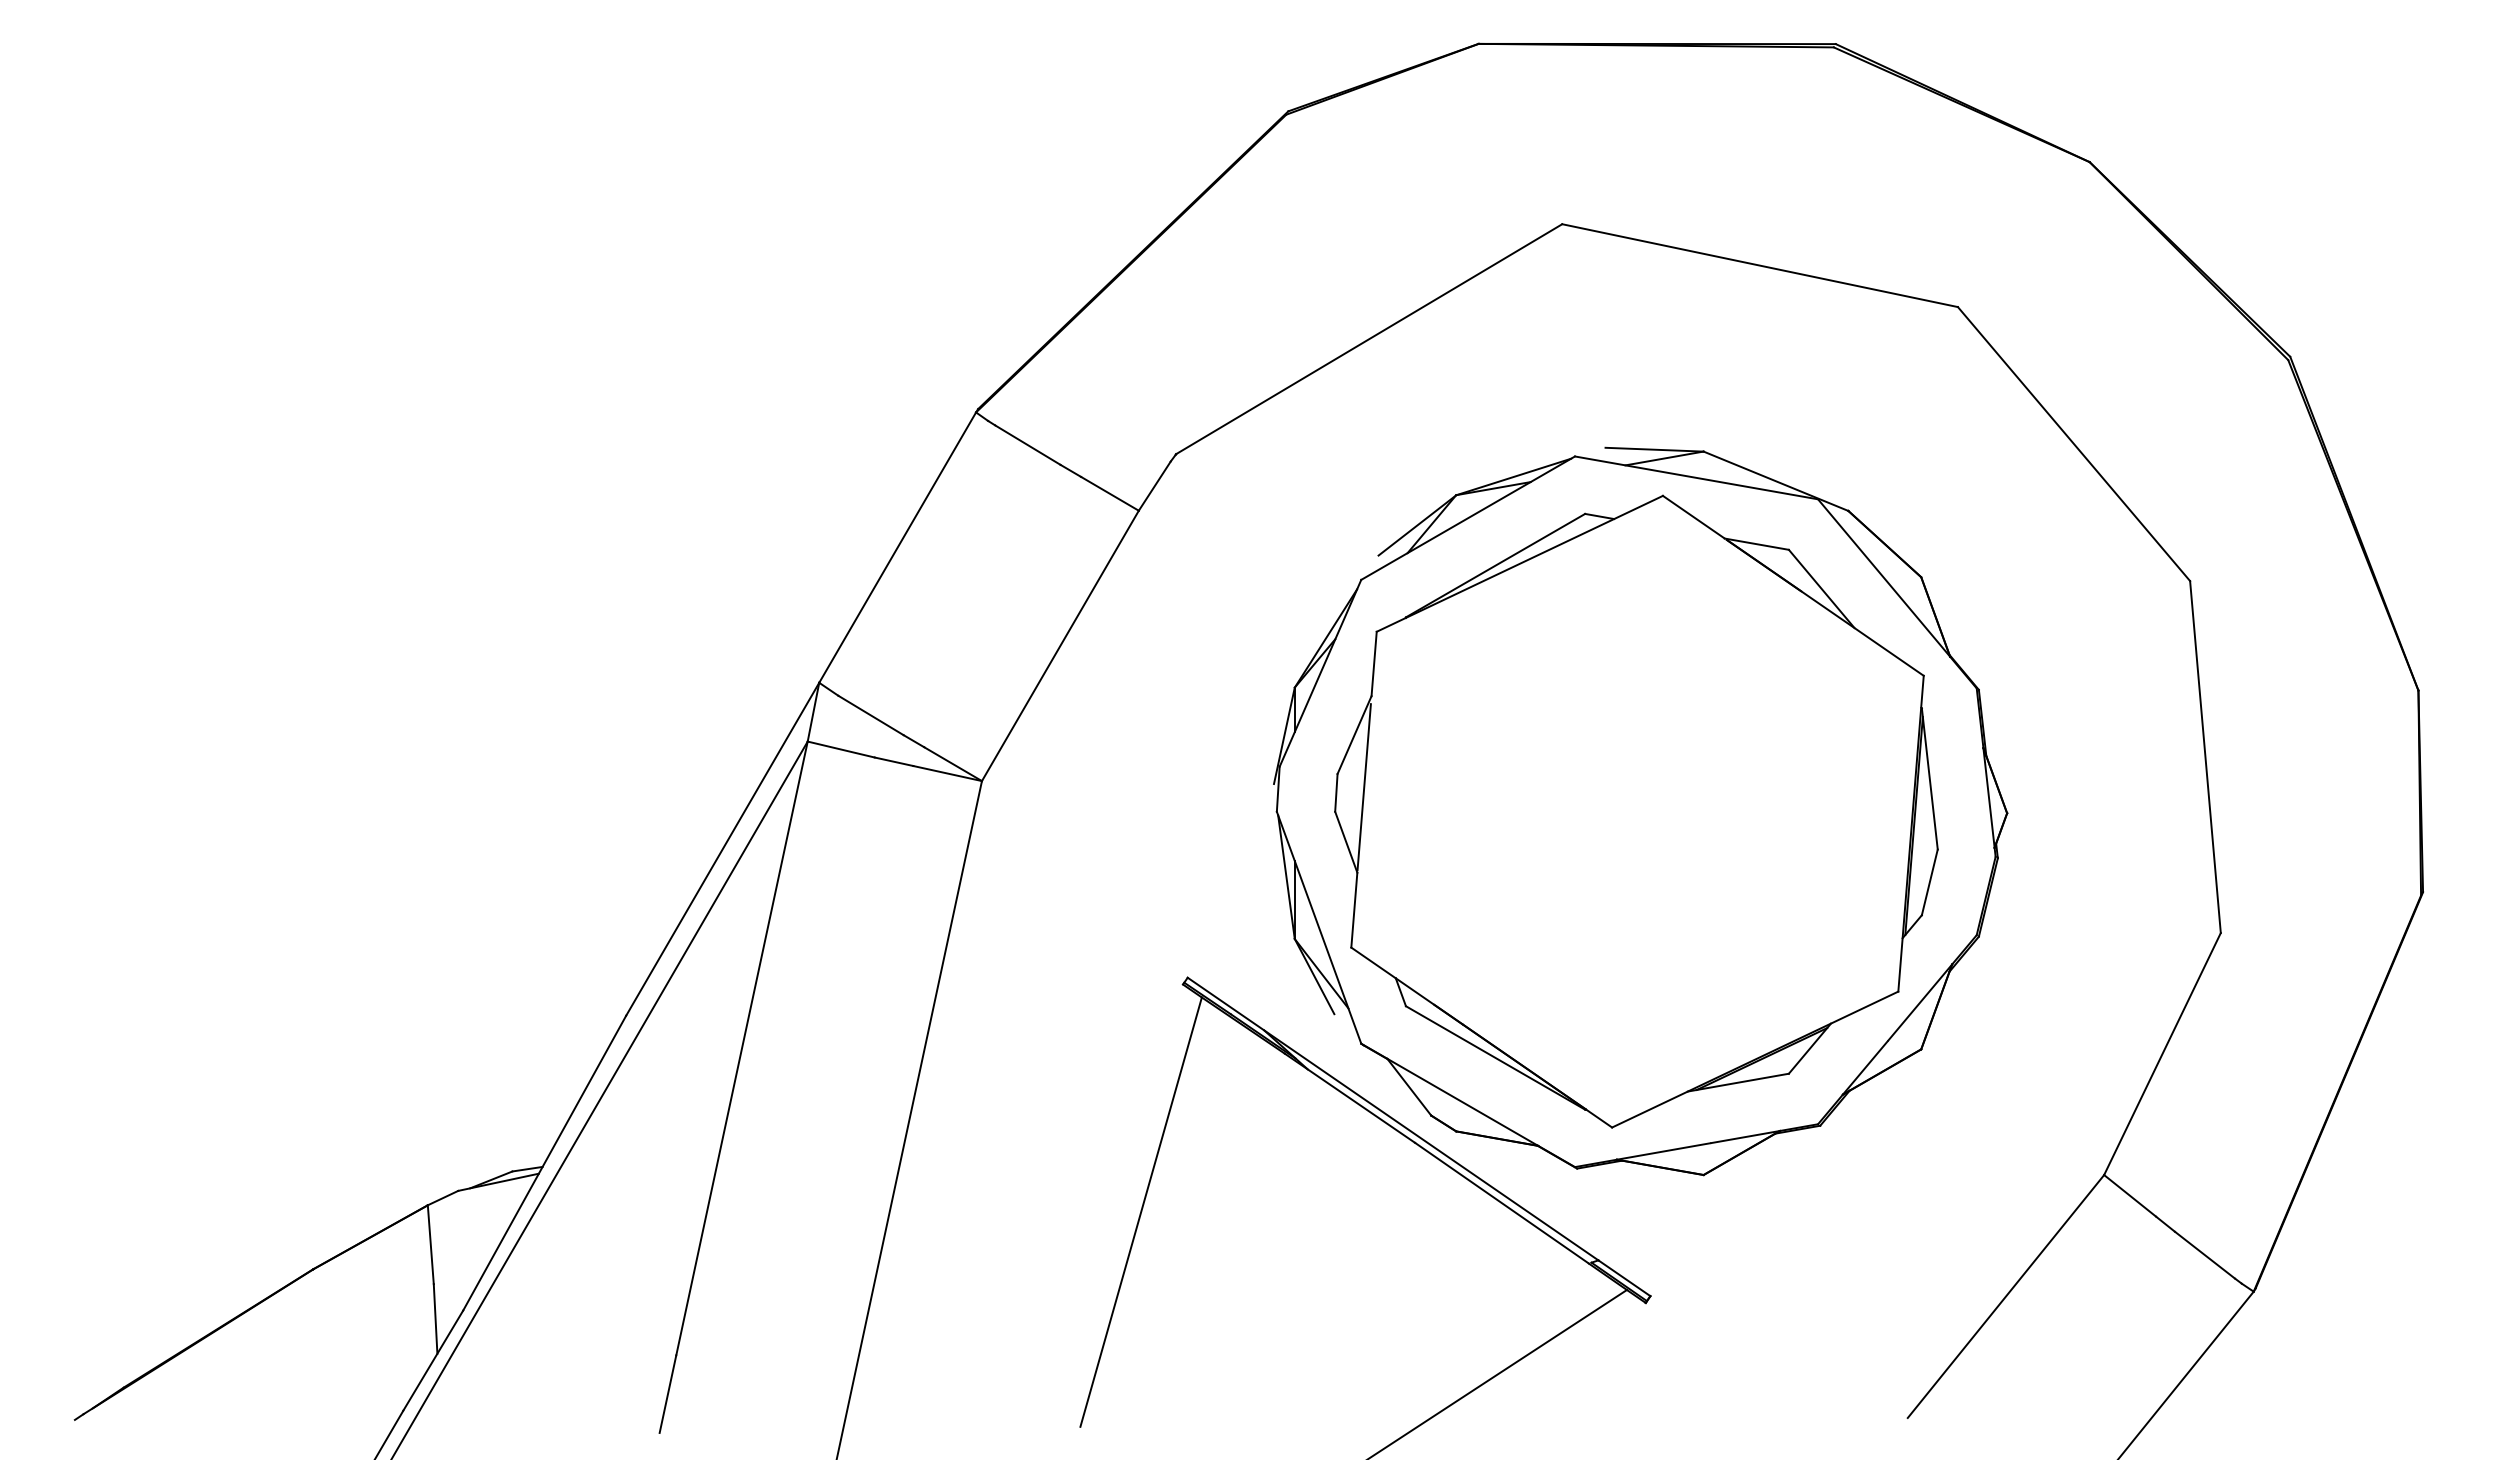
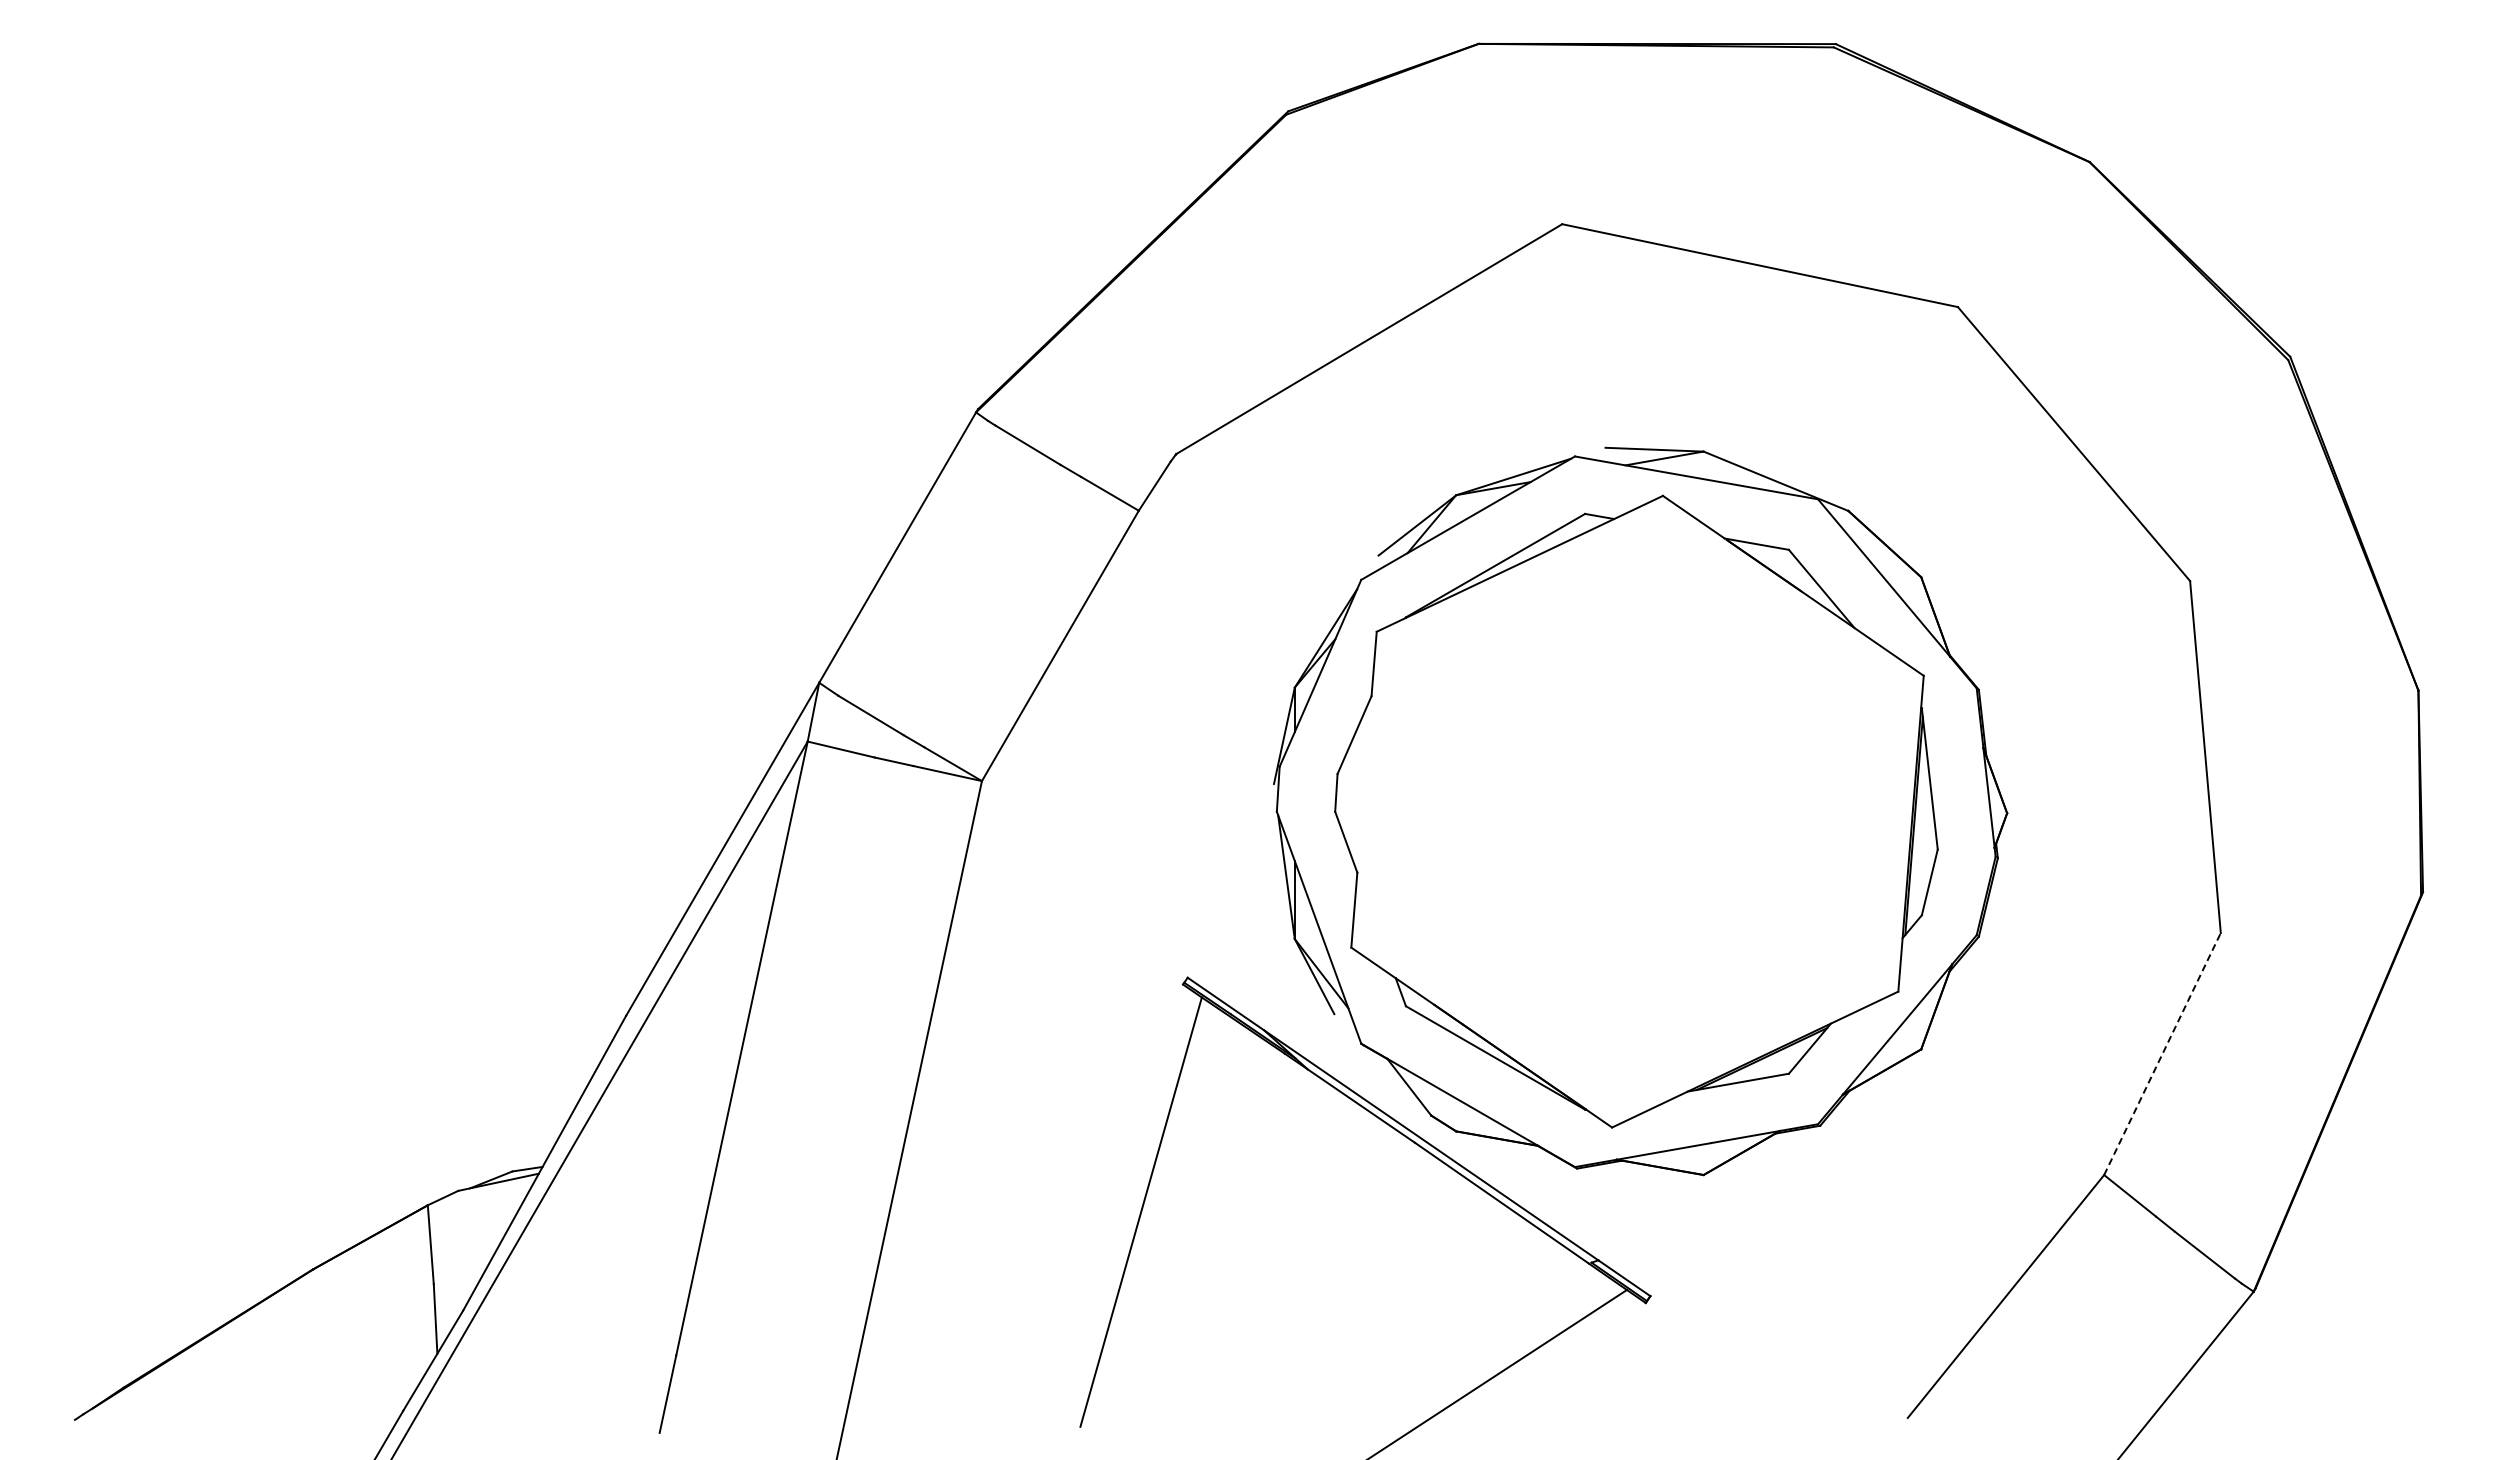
line at (1363, 787): present -> none
line at (2162, 1053): solid -> dashed
